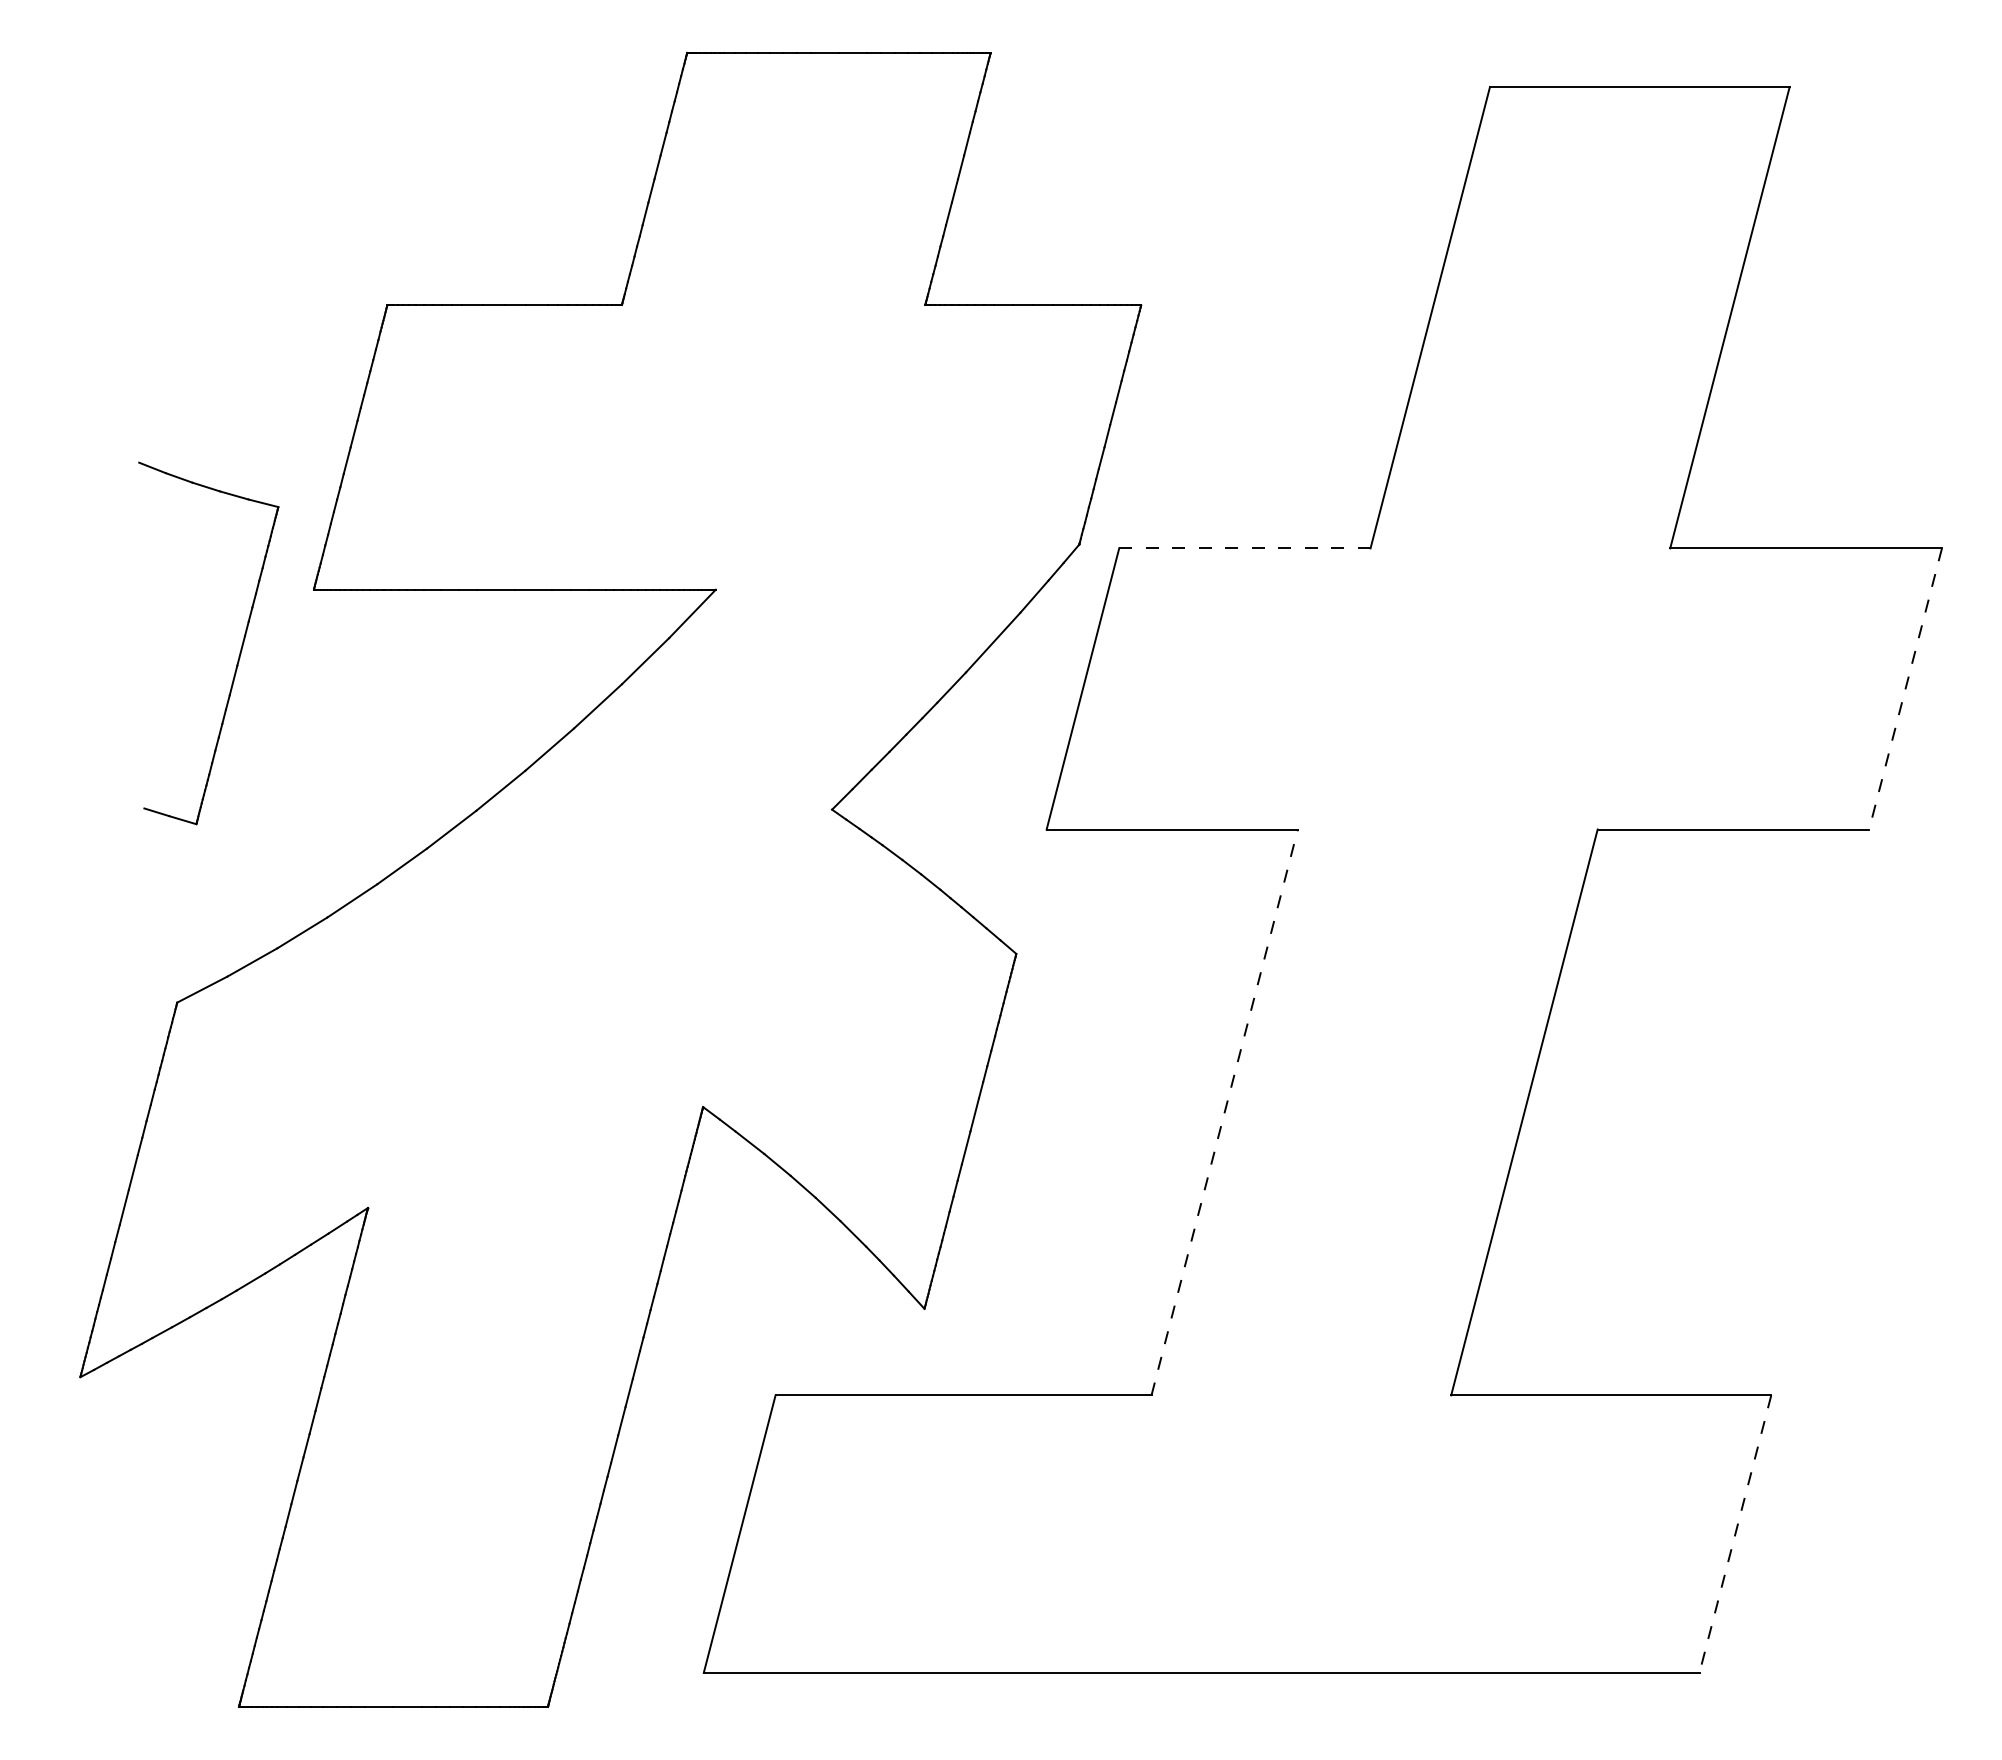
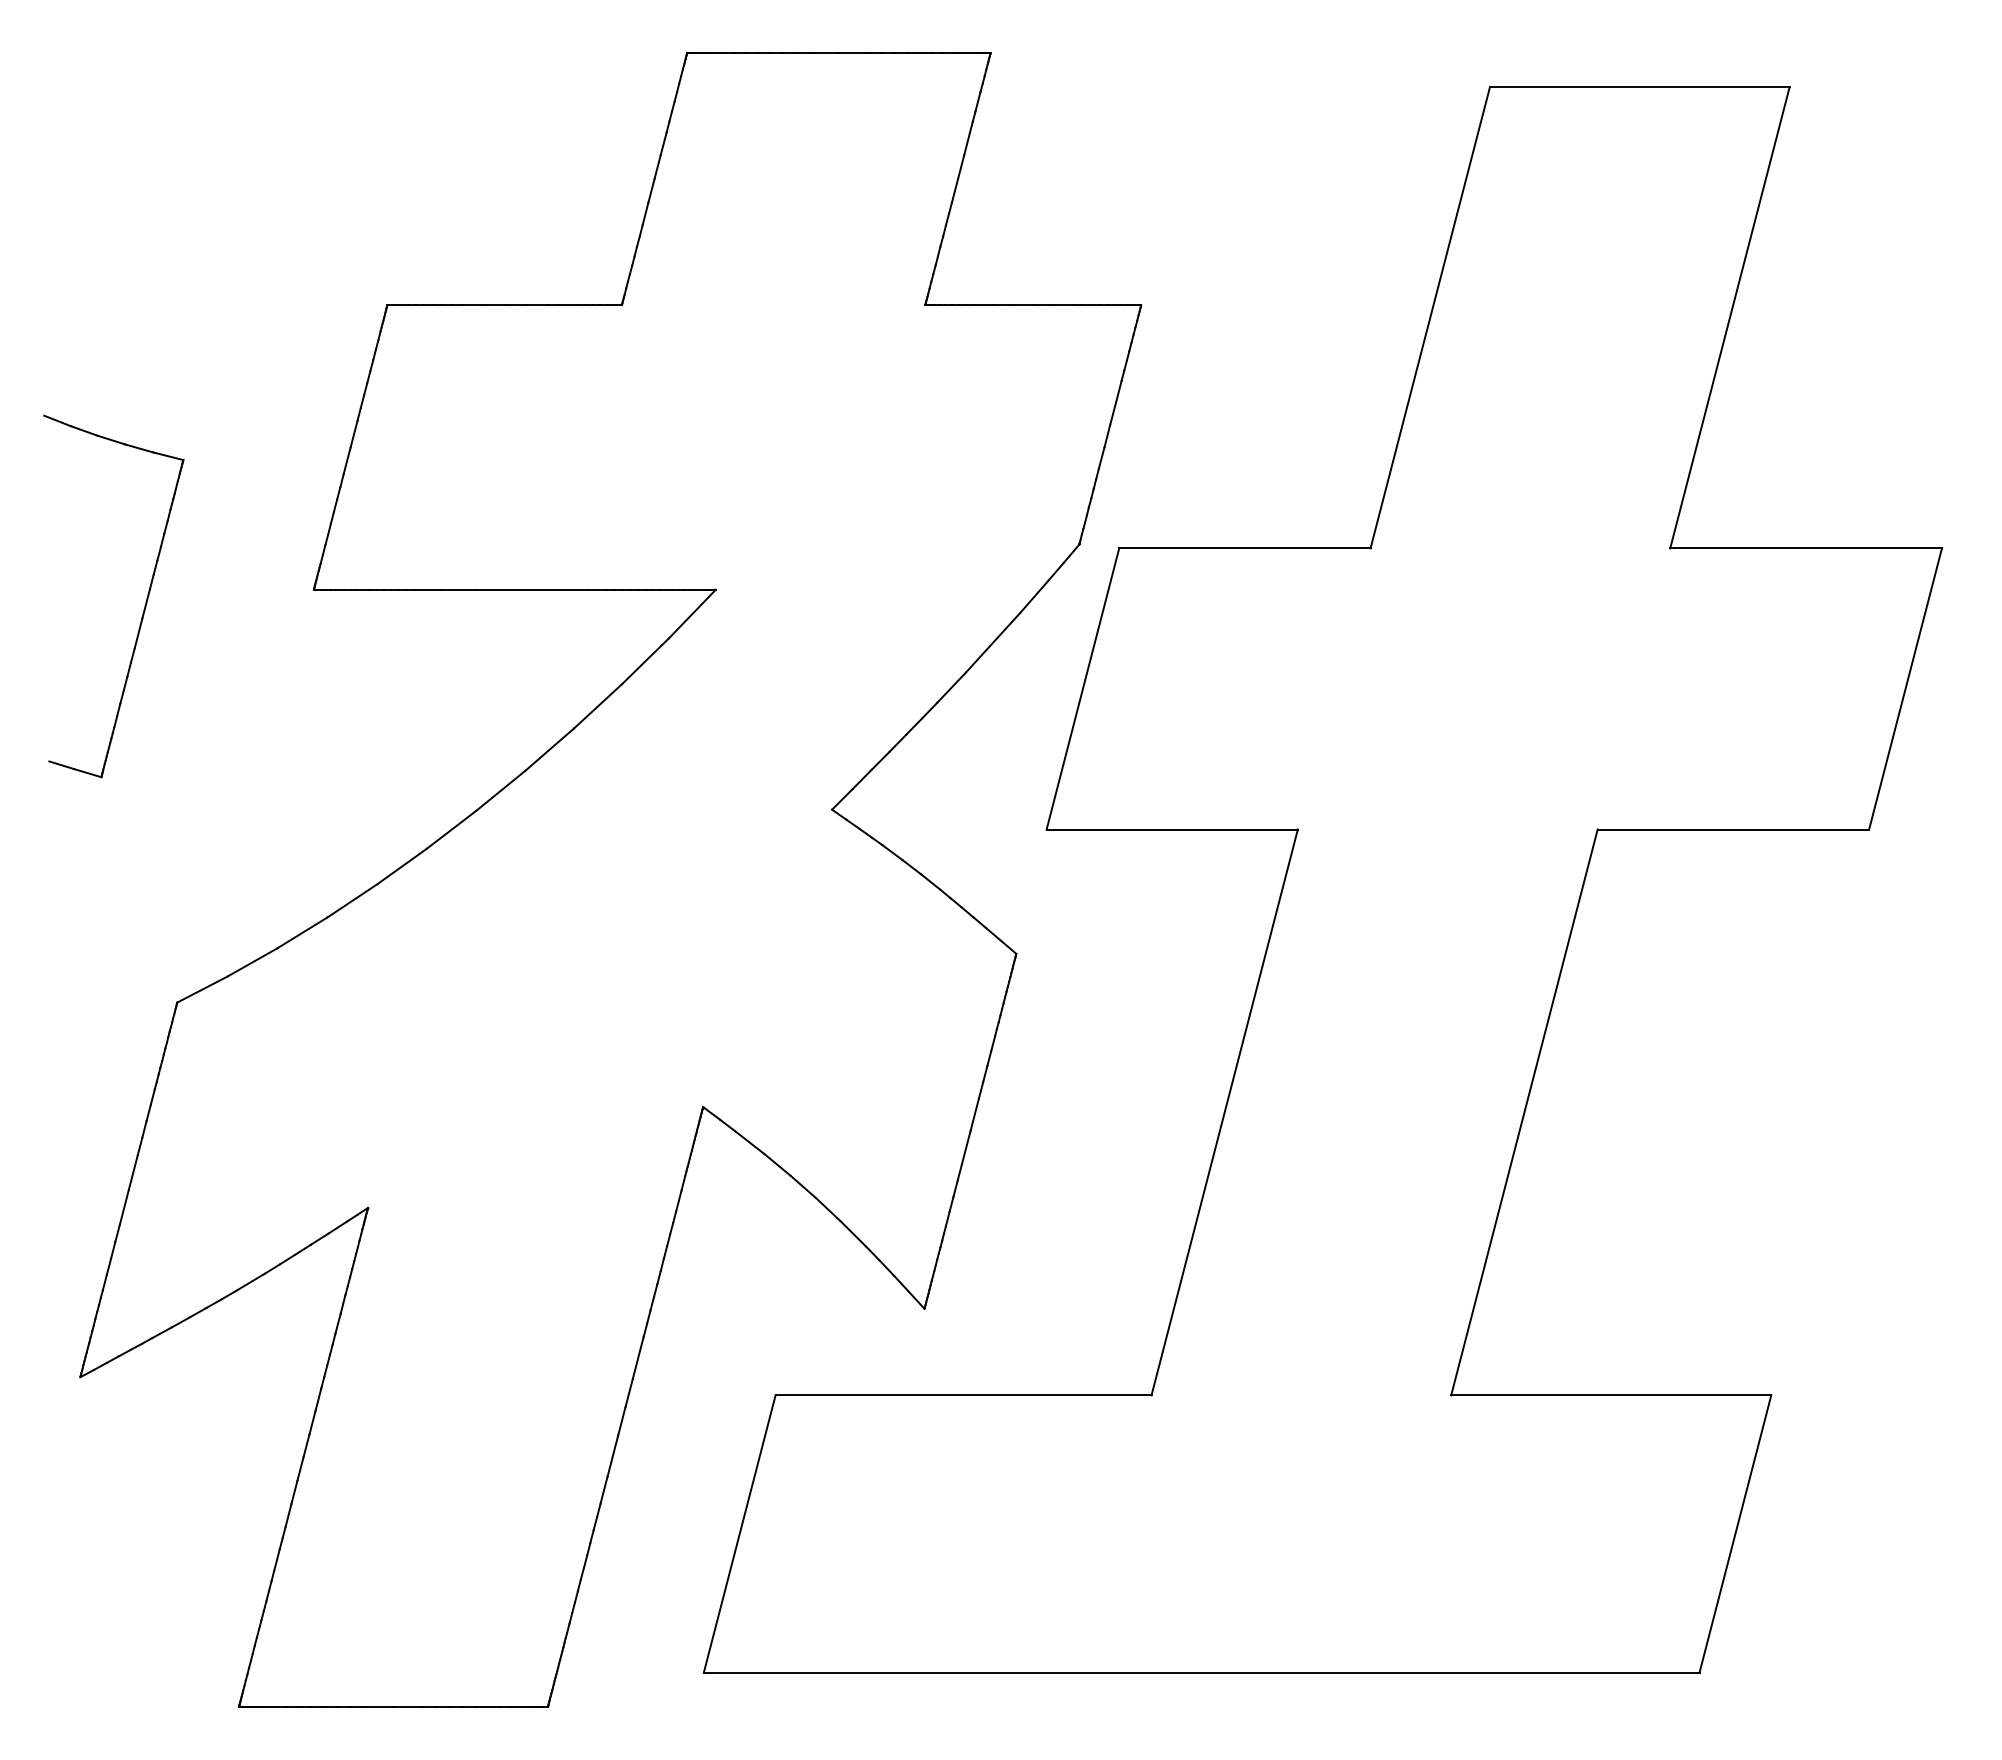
line at (1244, 548): dashed -> solid
part at (239, 652) position: (239, 652) -> (144, 605)
line at (1905, 689): dashed -> solid
line at (1224, 1111): dashed -> solid
line at (1735, 1534): dashed -> solid
